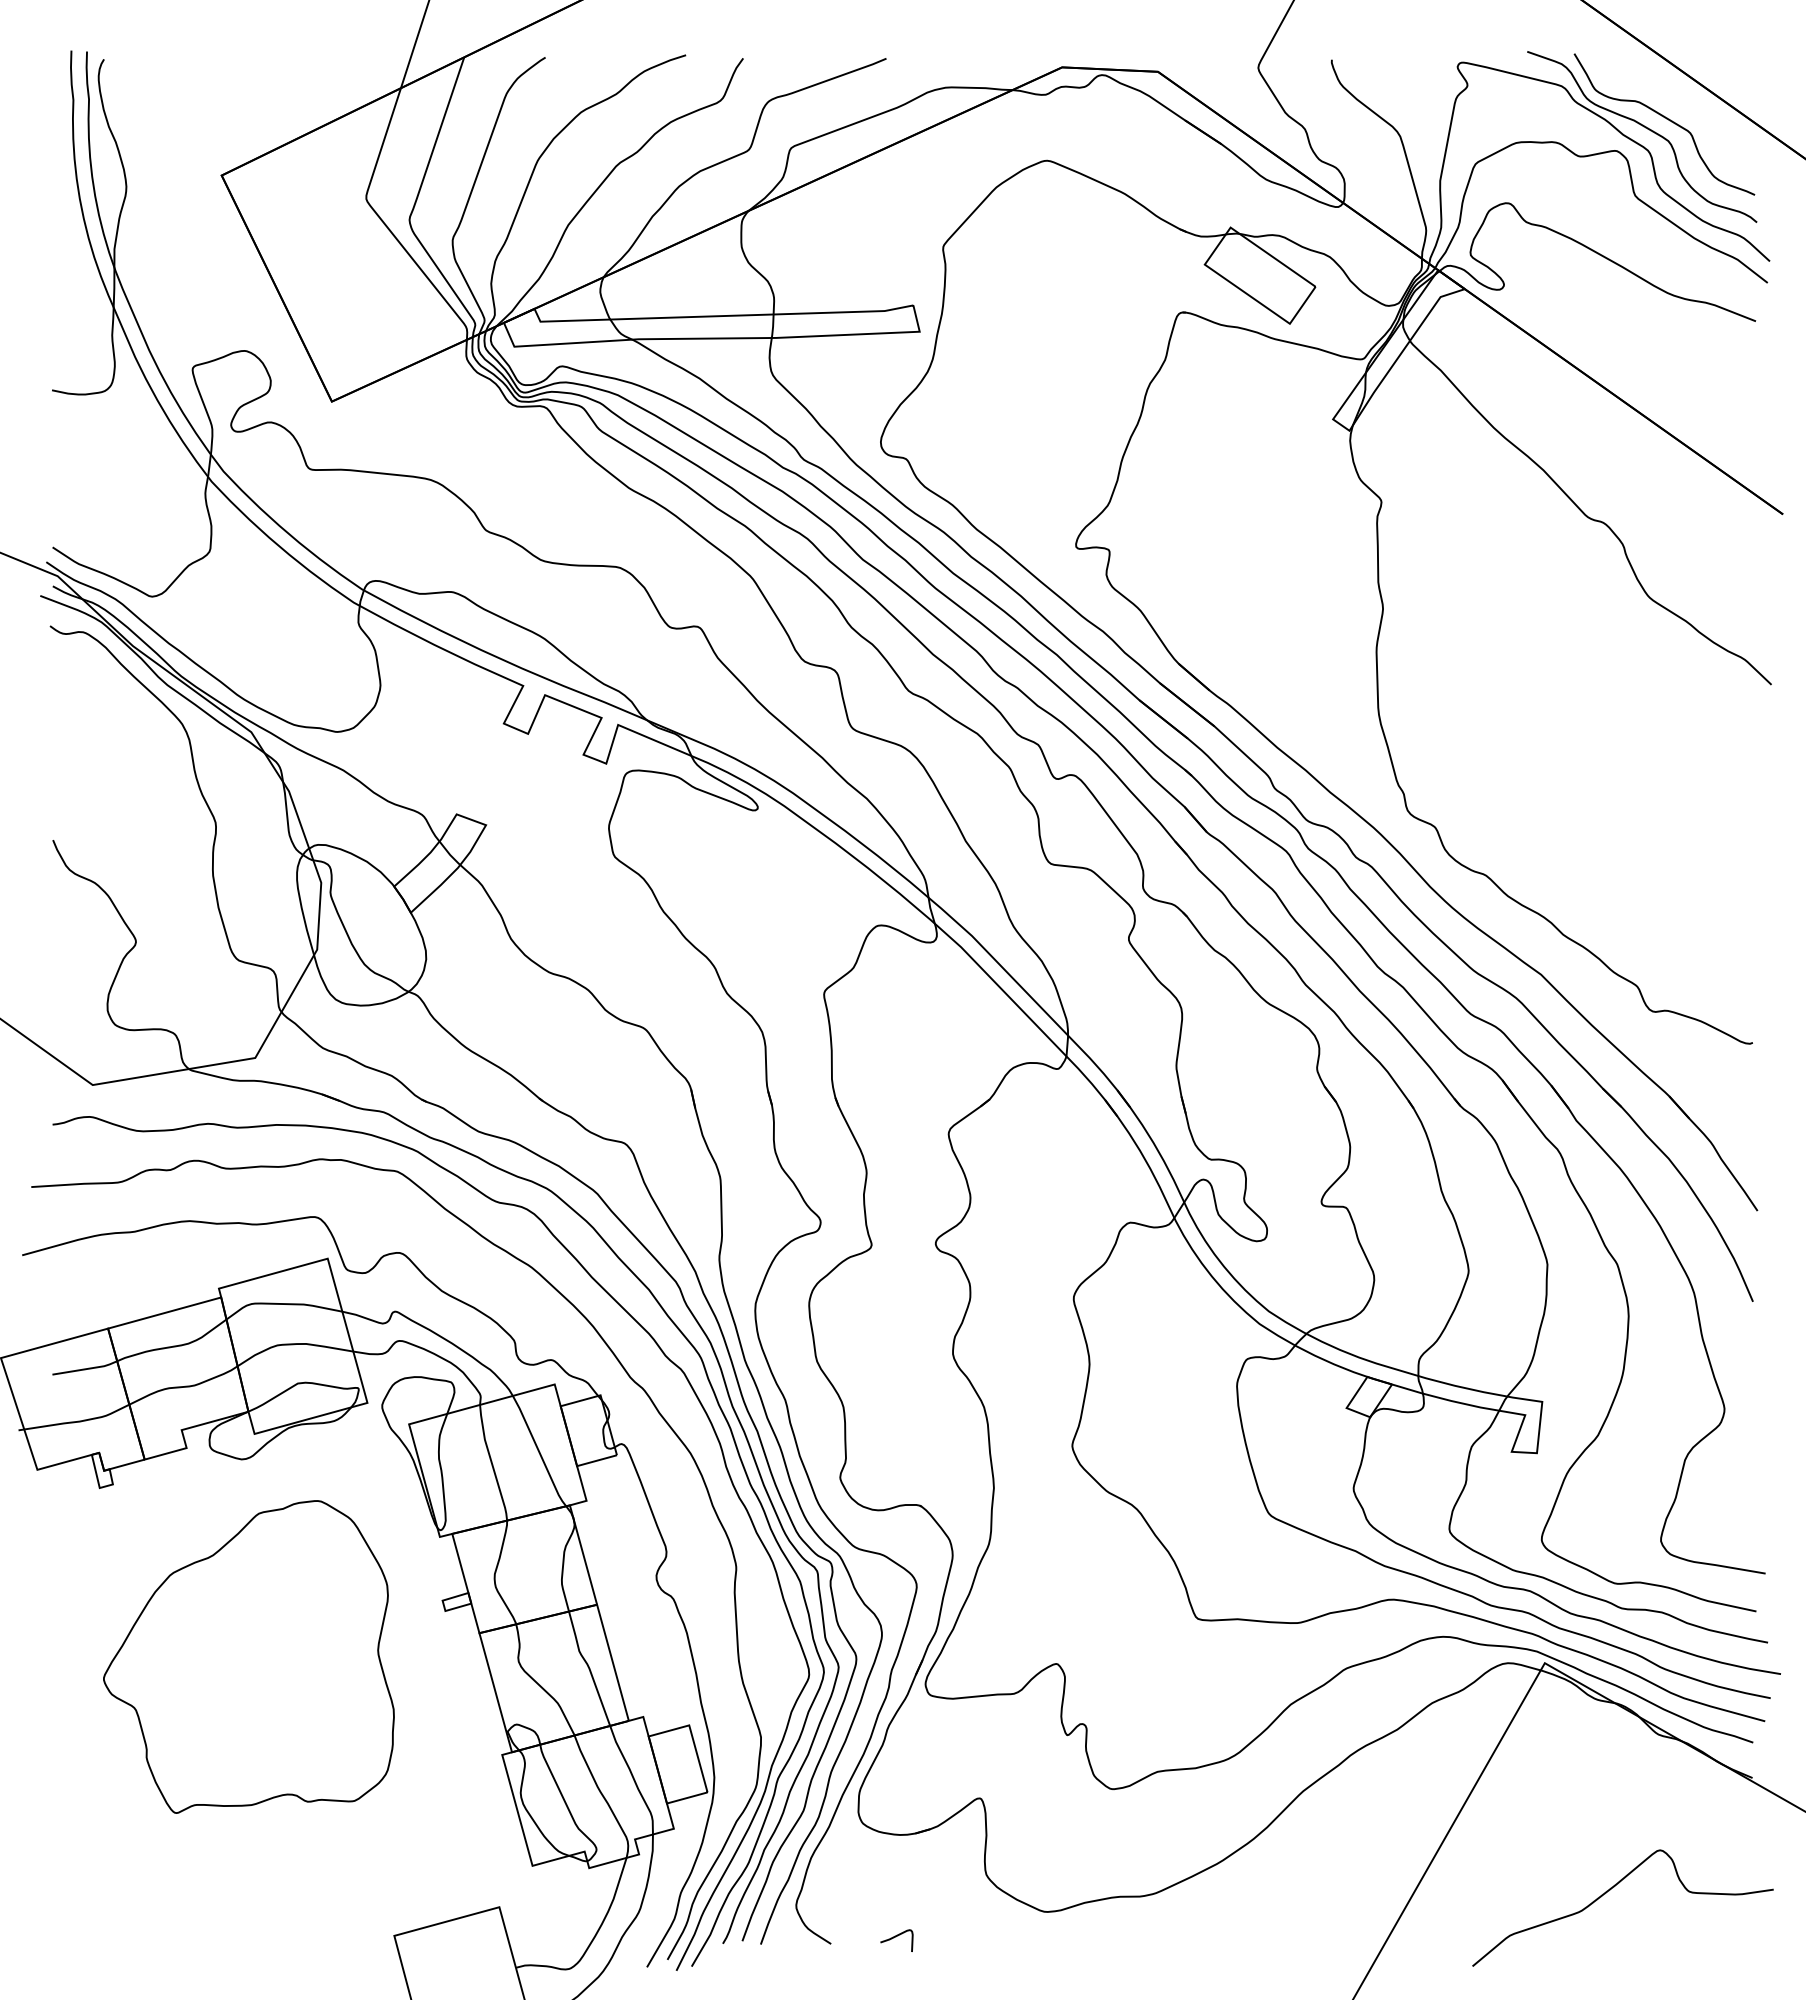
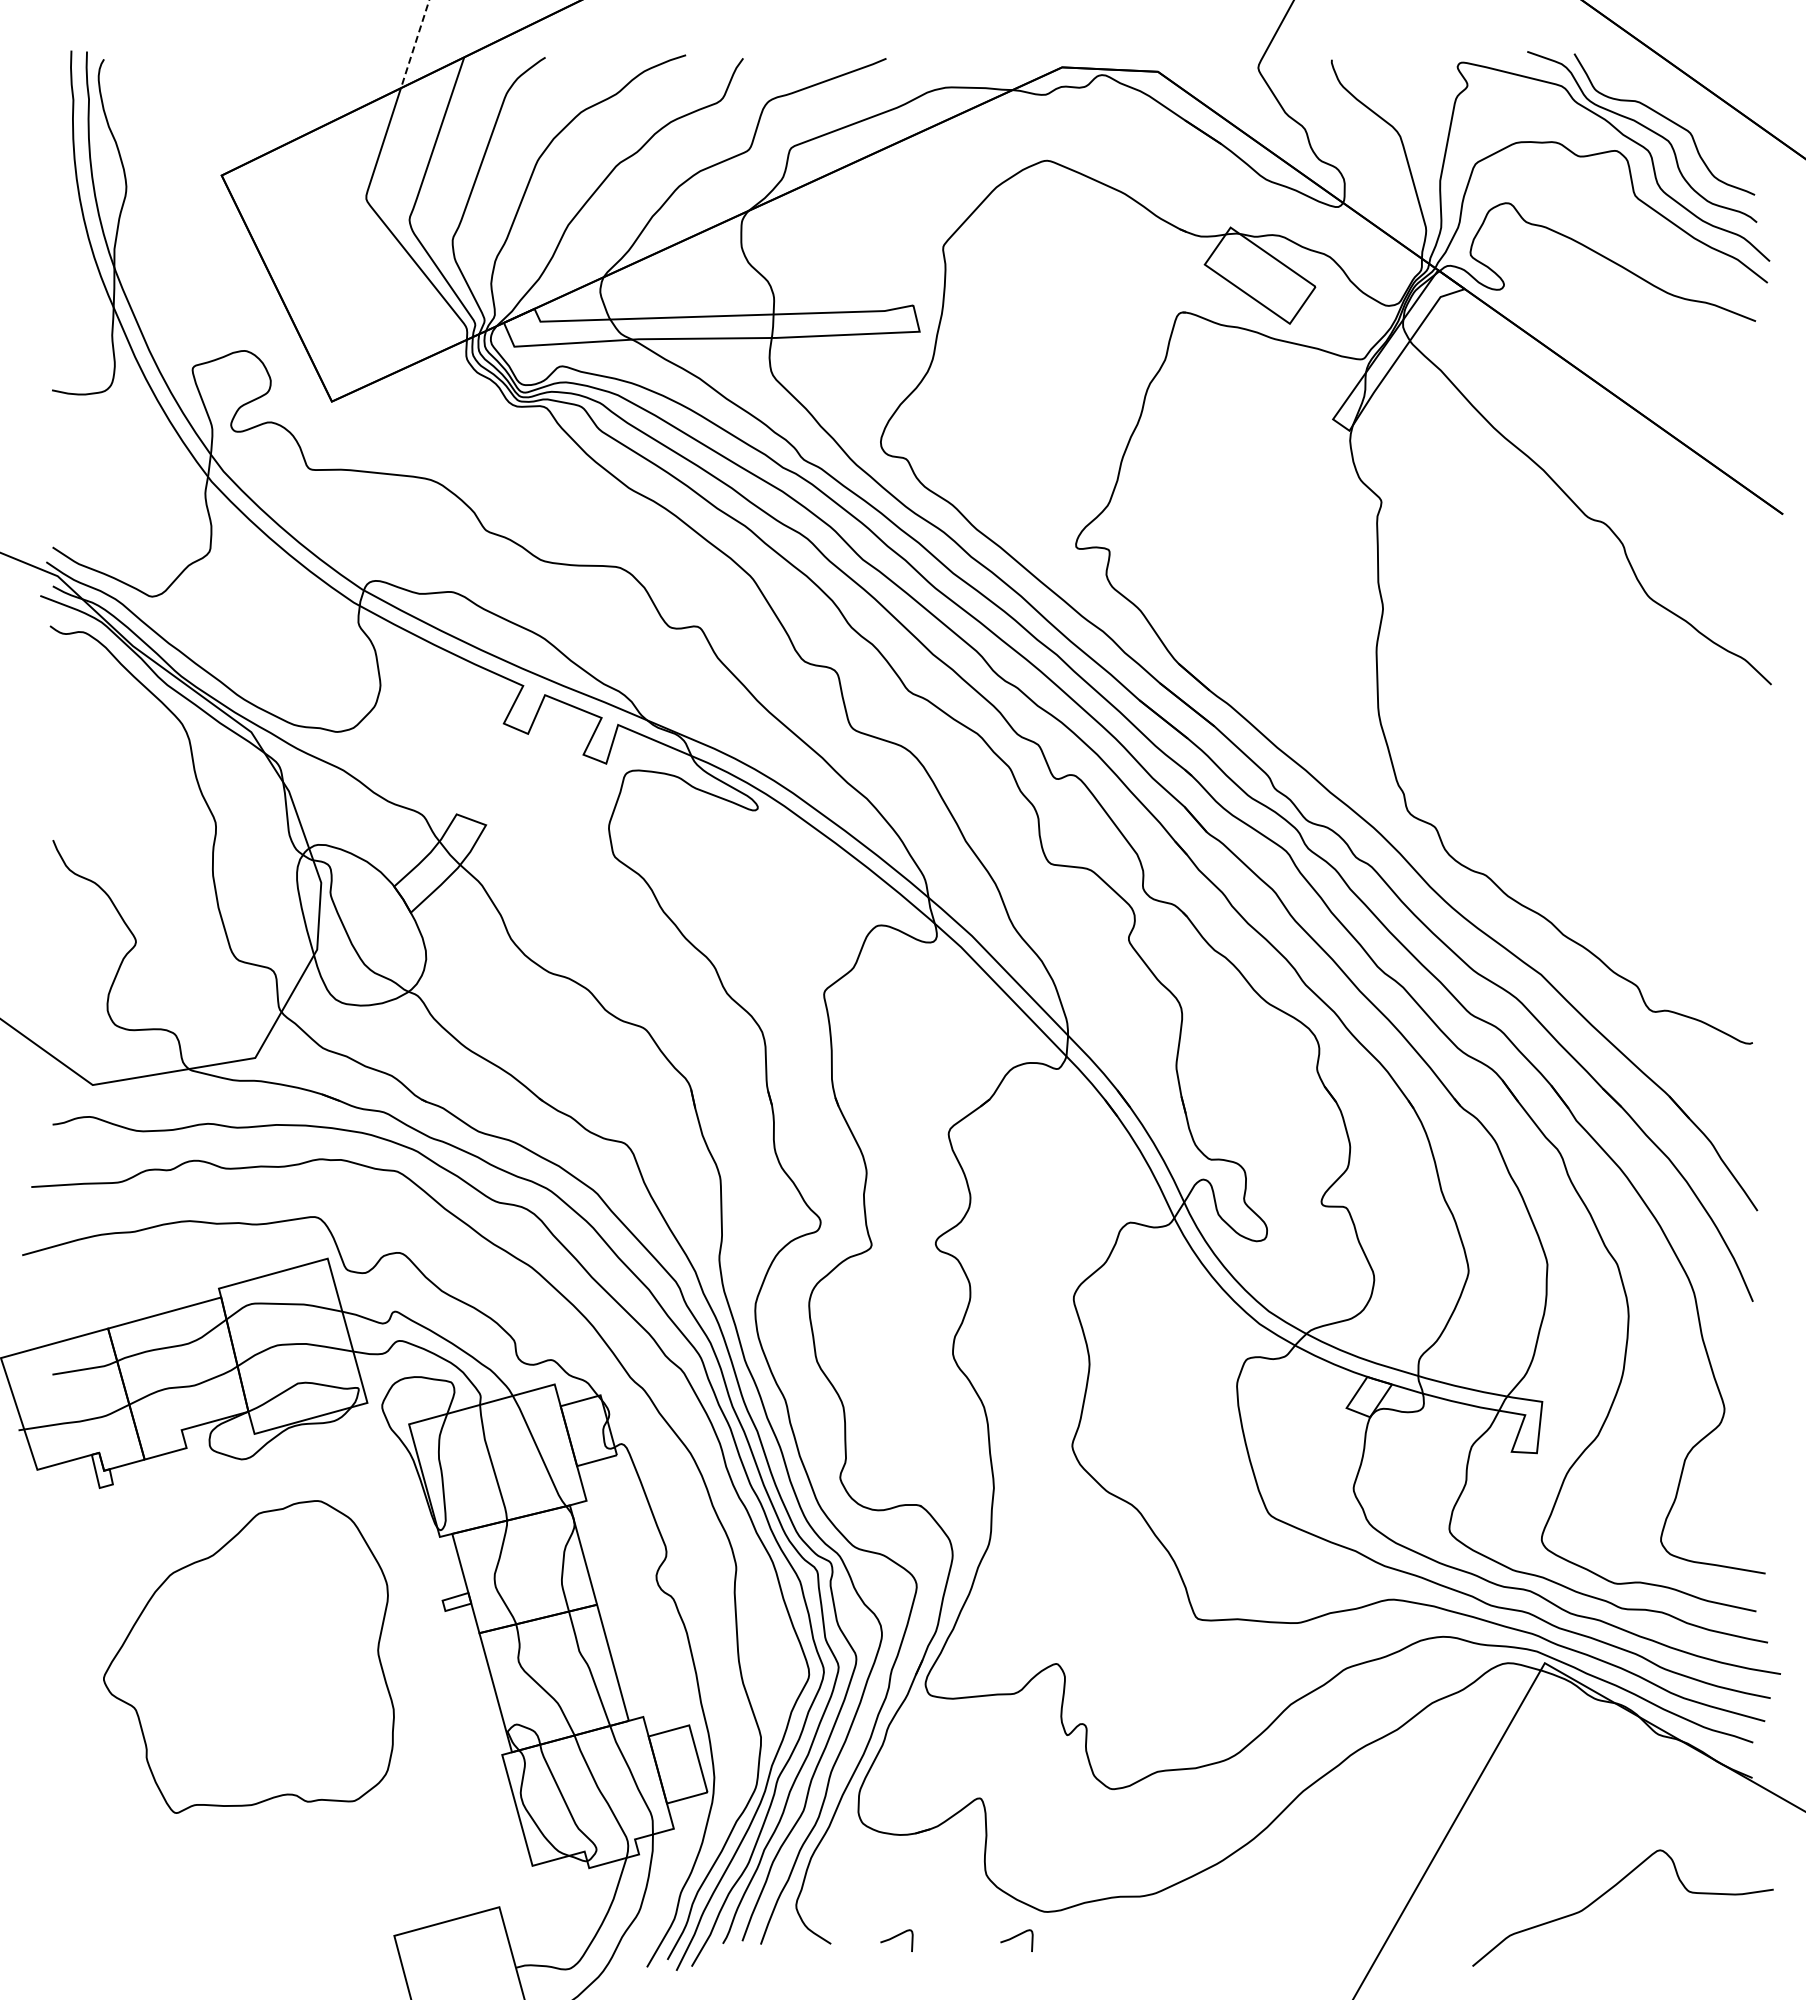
line at (415, 44): solid -> dashed
curve at (1015, 1937): none -> present
